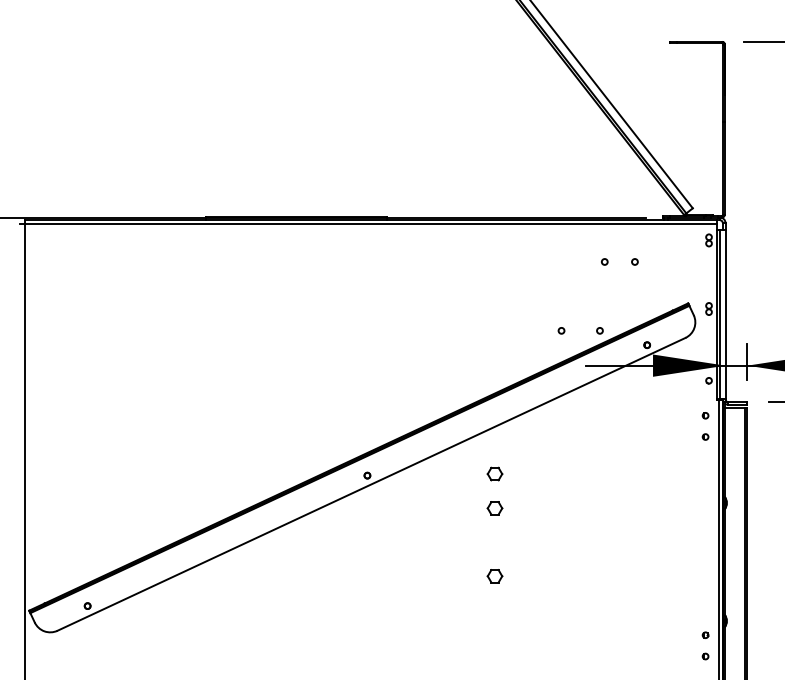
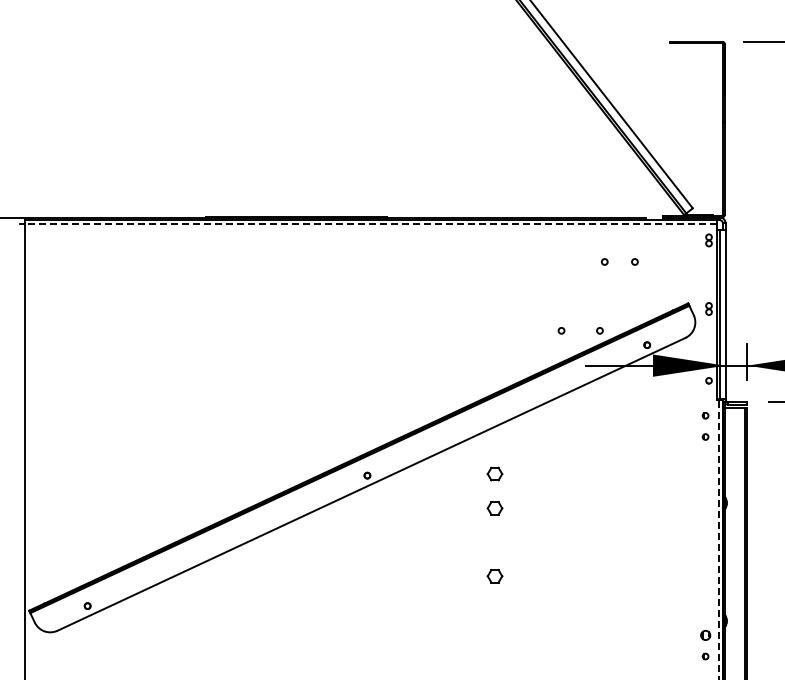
line at (370, 224): solid -> dashed
line at (718, 539): solid -> dashed
part at (705, 634) size: 9x8 px -> 12x11 px
